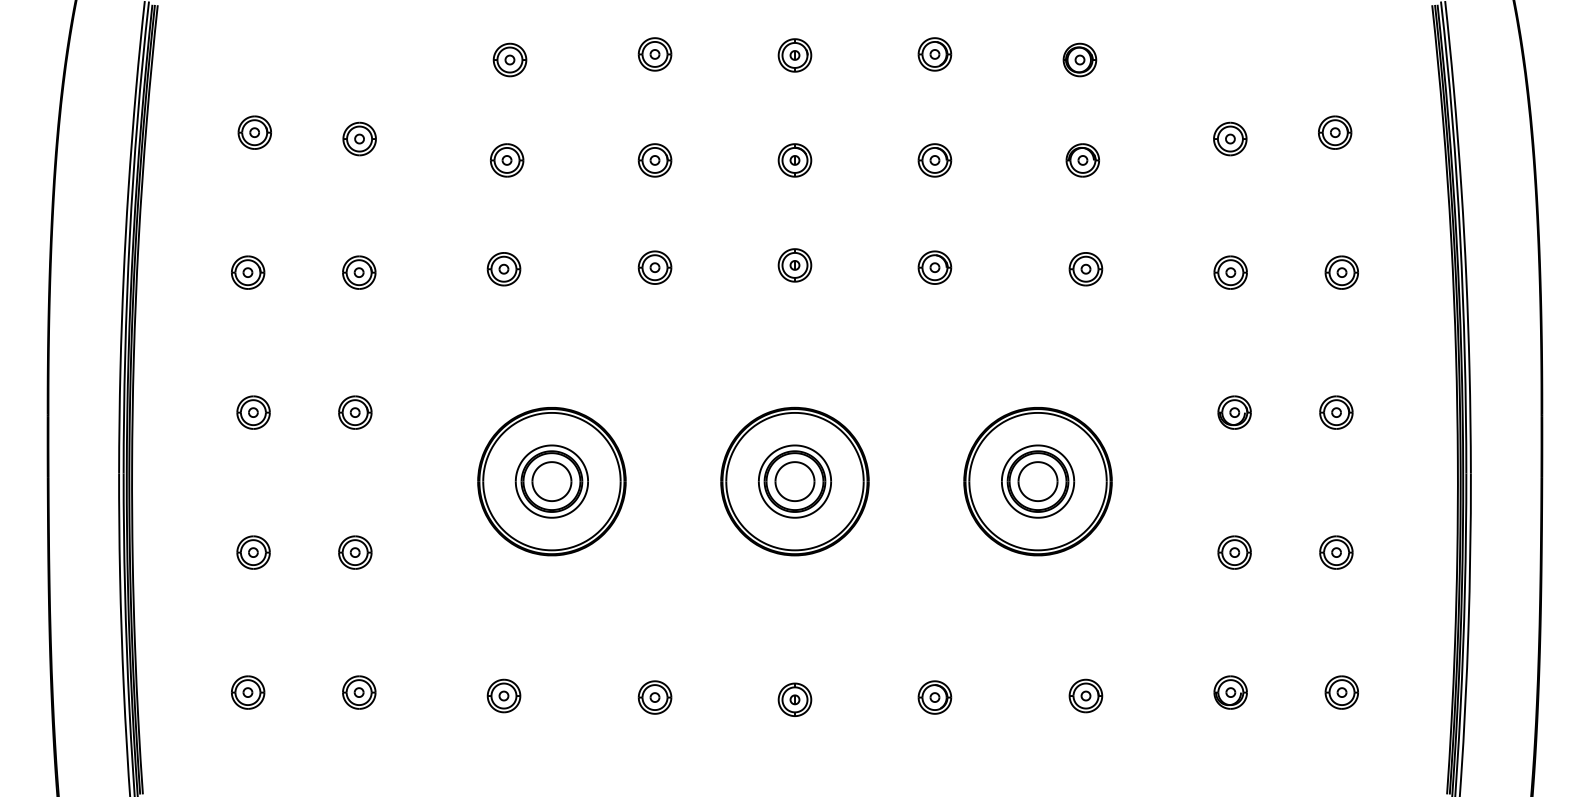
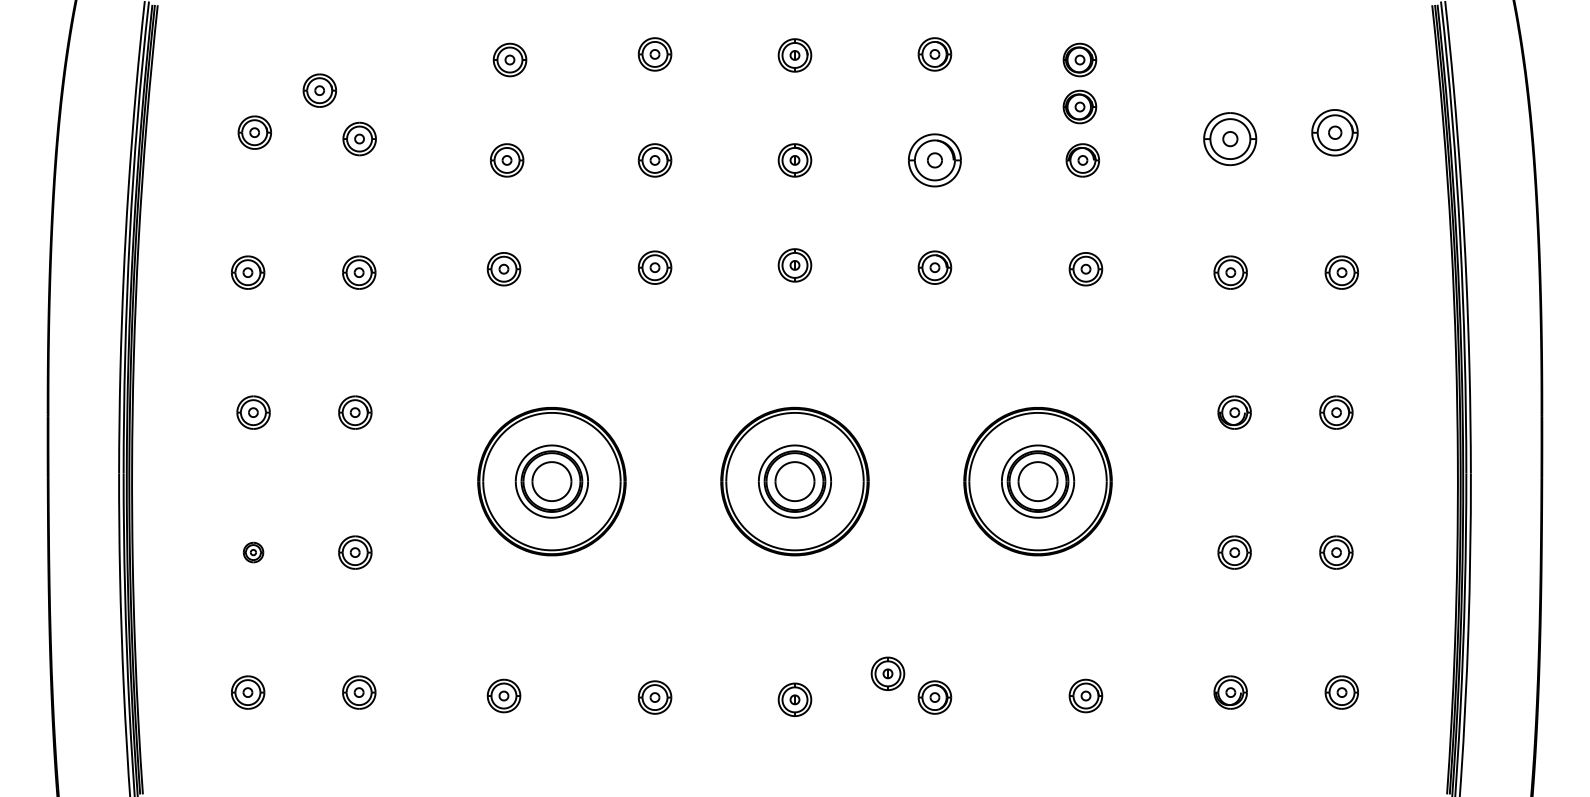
part at (319, 90): none -> present
part at (1079, 106): none -> present
part at (1335, 132) size: 35x35 px -> 48x48 px
part at (1230, 138) size: 35x36 px -> 55x55 px
part at (934, 160) size: 36x35 px -> 54x55 px
part at (253, 552) size: 35x35 px -> 23x23 px
part at (887, 673): none -> present
